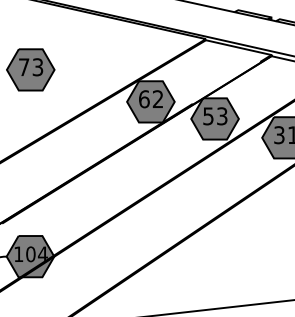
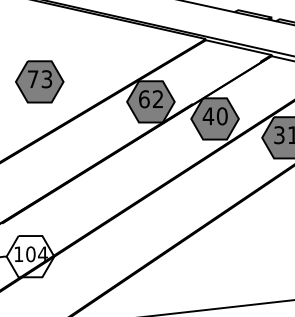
part at (30, 69) position: (30, 69) -> (39, 81)
text at (214, 116): 53 -> 40
fill at (30, 256): present -> none
